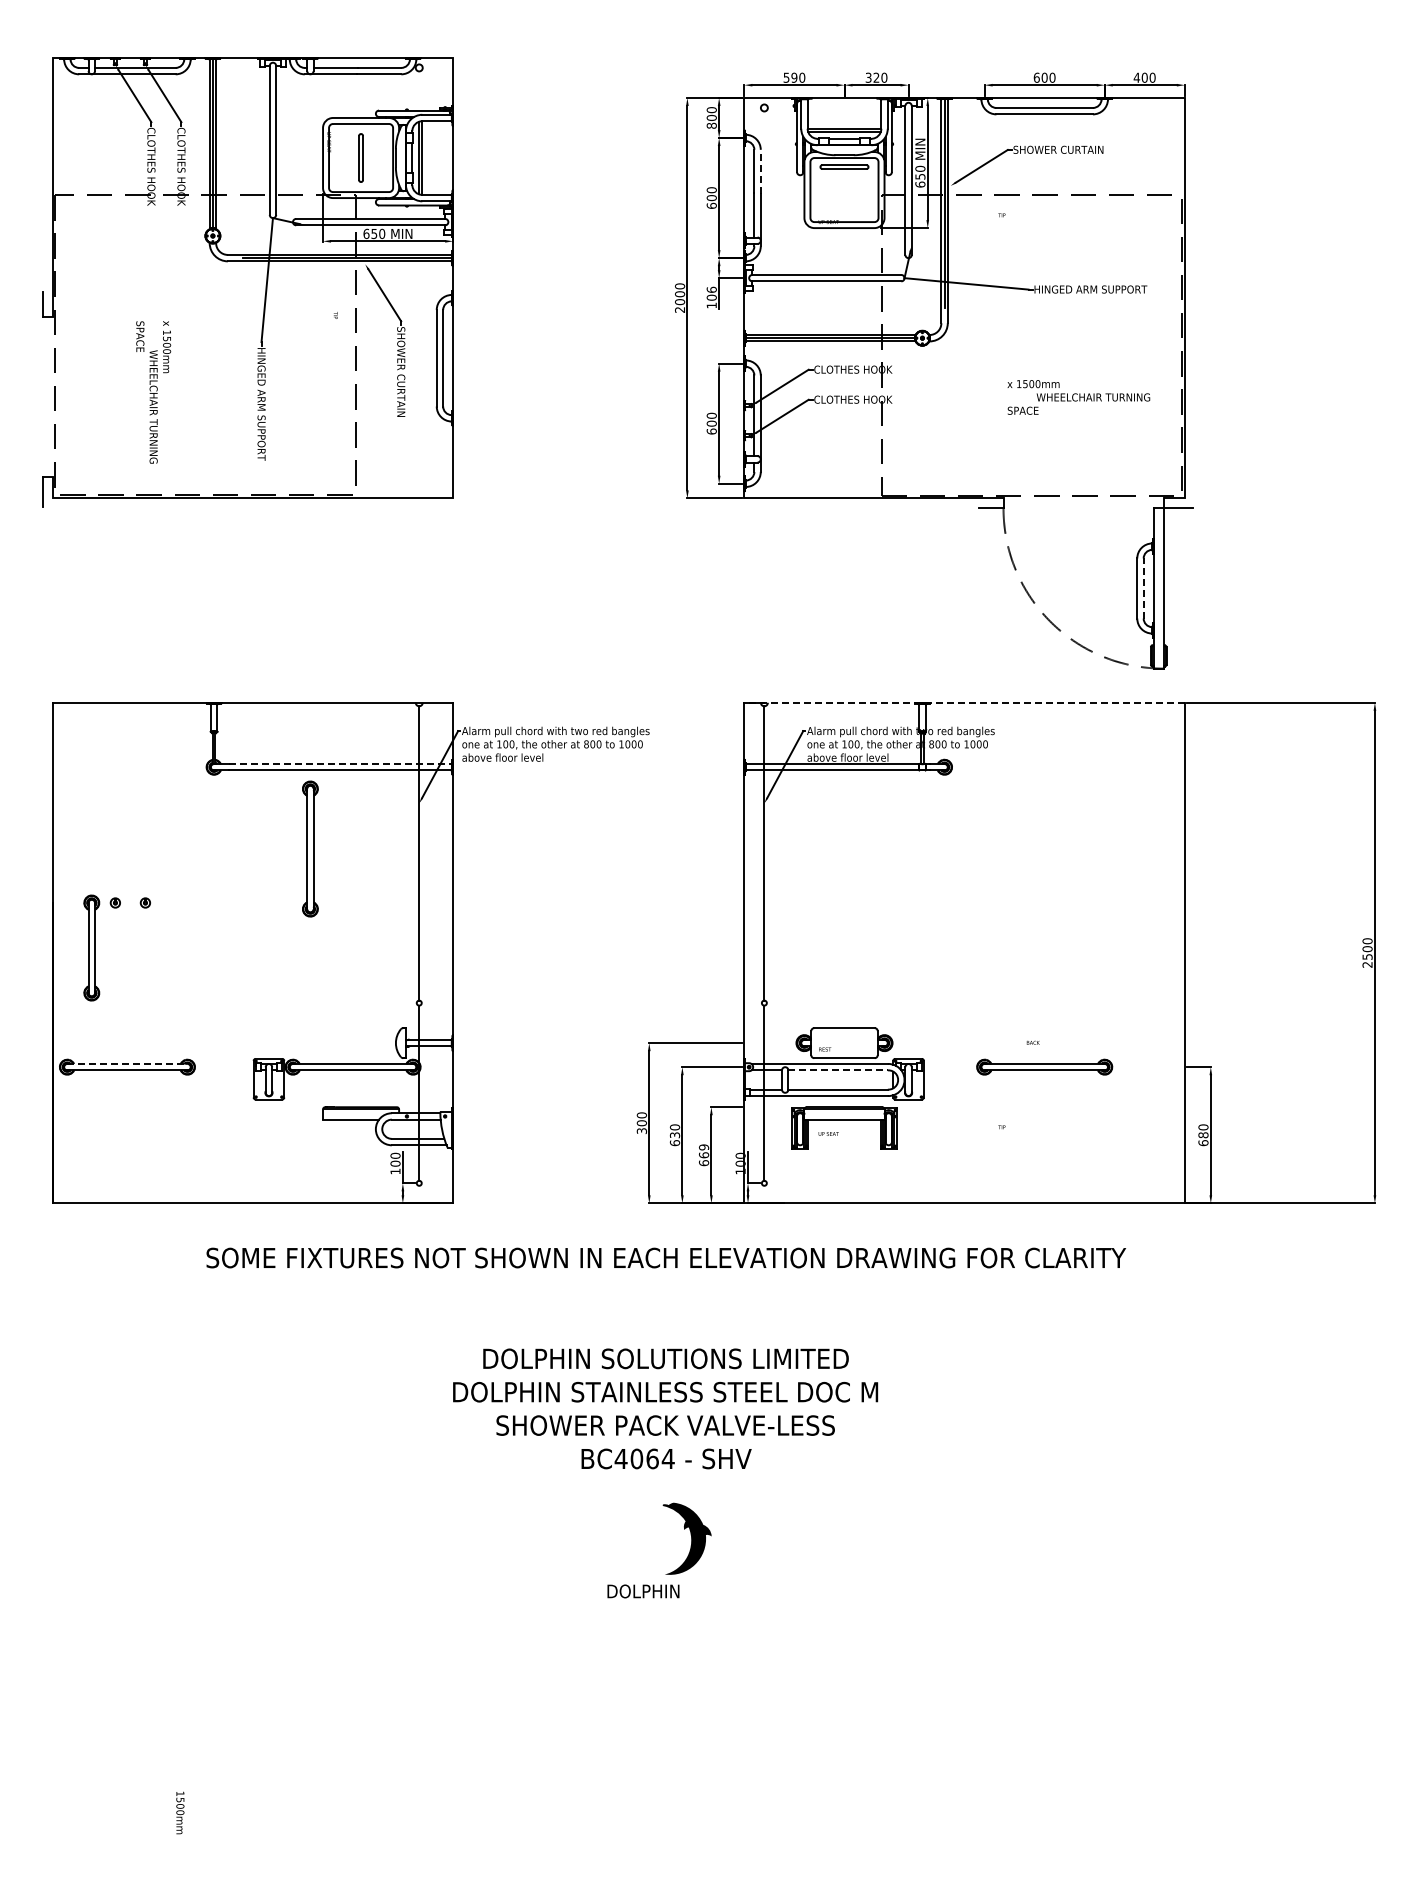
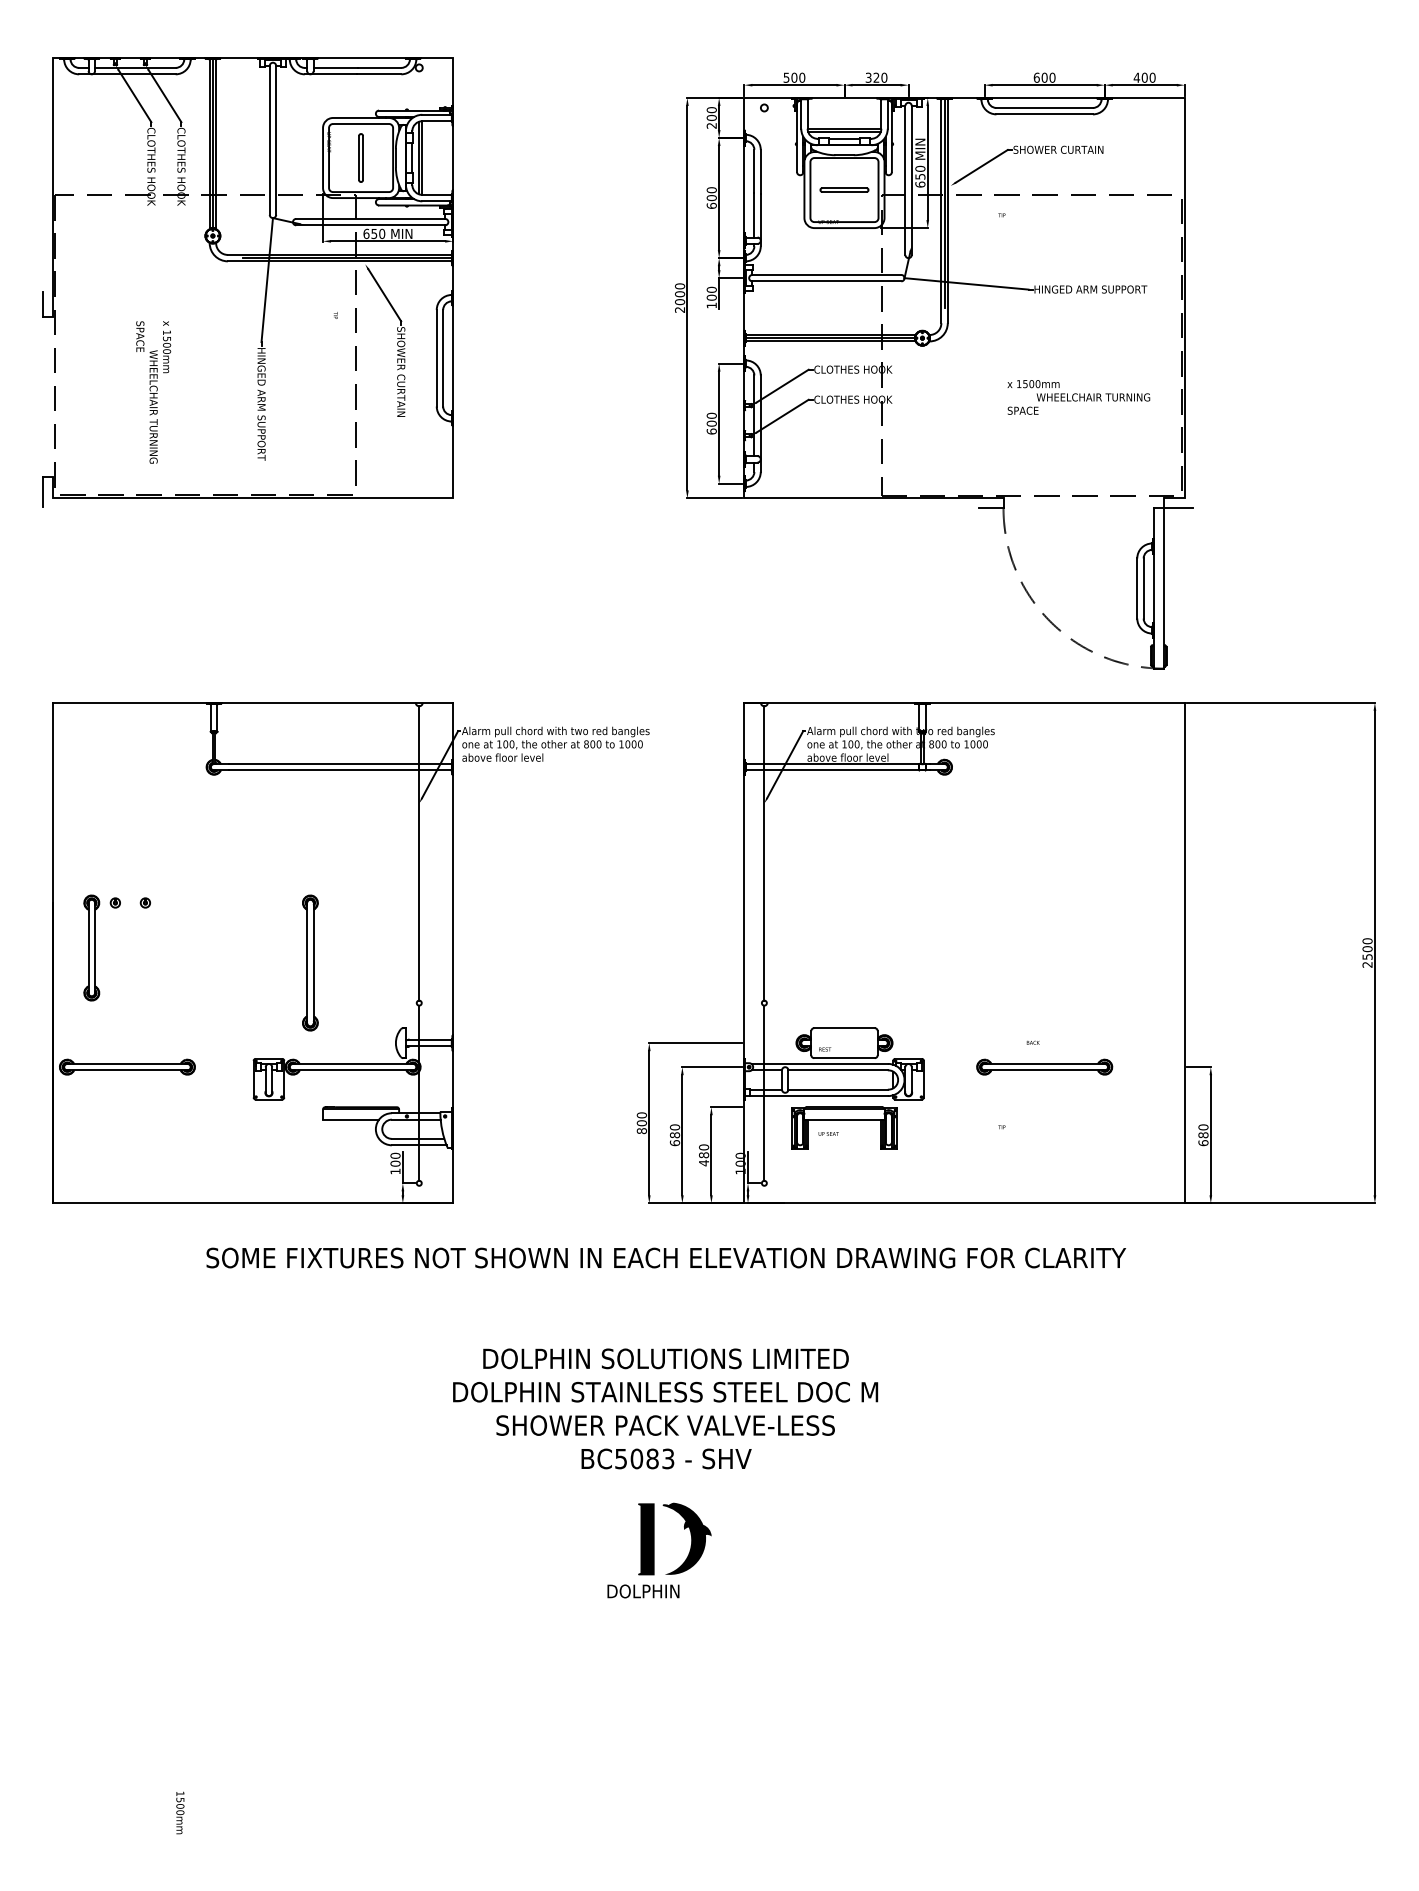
text at (794, 77): 590 -> 500
text at (711, 125): 800 -> 200
part at (844, 166) position: (844, 166) -> (844, 189)
line at (760, 171): dashed -> solid
text at (711, 289): 106 -> 100
line at (1143, 588): dashed -> solid
line at (964, 702): dashed -> solid
line at (340, 764): dashed -> solid
part at (310, 848) position: (310, 848) -> (310, 962)
line at (127, 1063): dashed -> solid
line at (838, 1070): dashed -> solid
text at (641, 1131): 300 -> 800
text at (675, 1135): 630 -> 680
text at (703, 1155): 669 -> 480
text at (644, 1458): BC4064 -> BC5083
part at (646, 1539): none -> present
